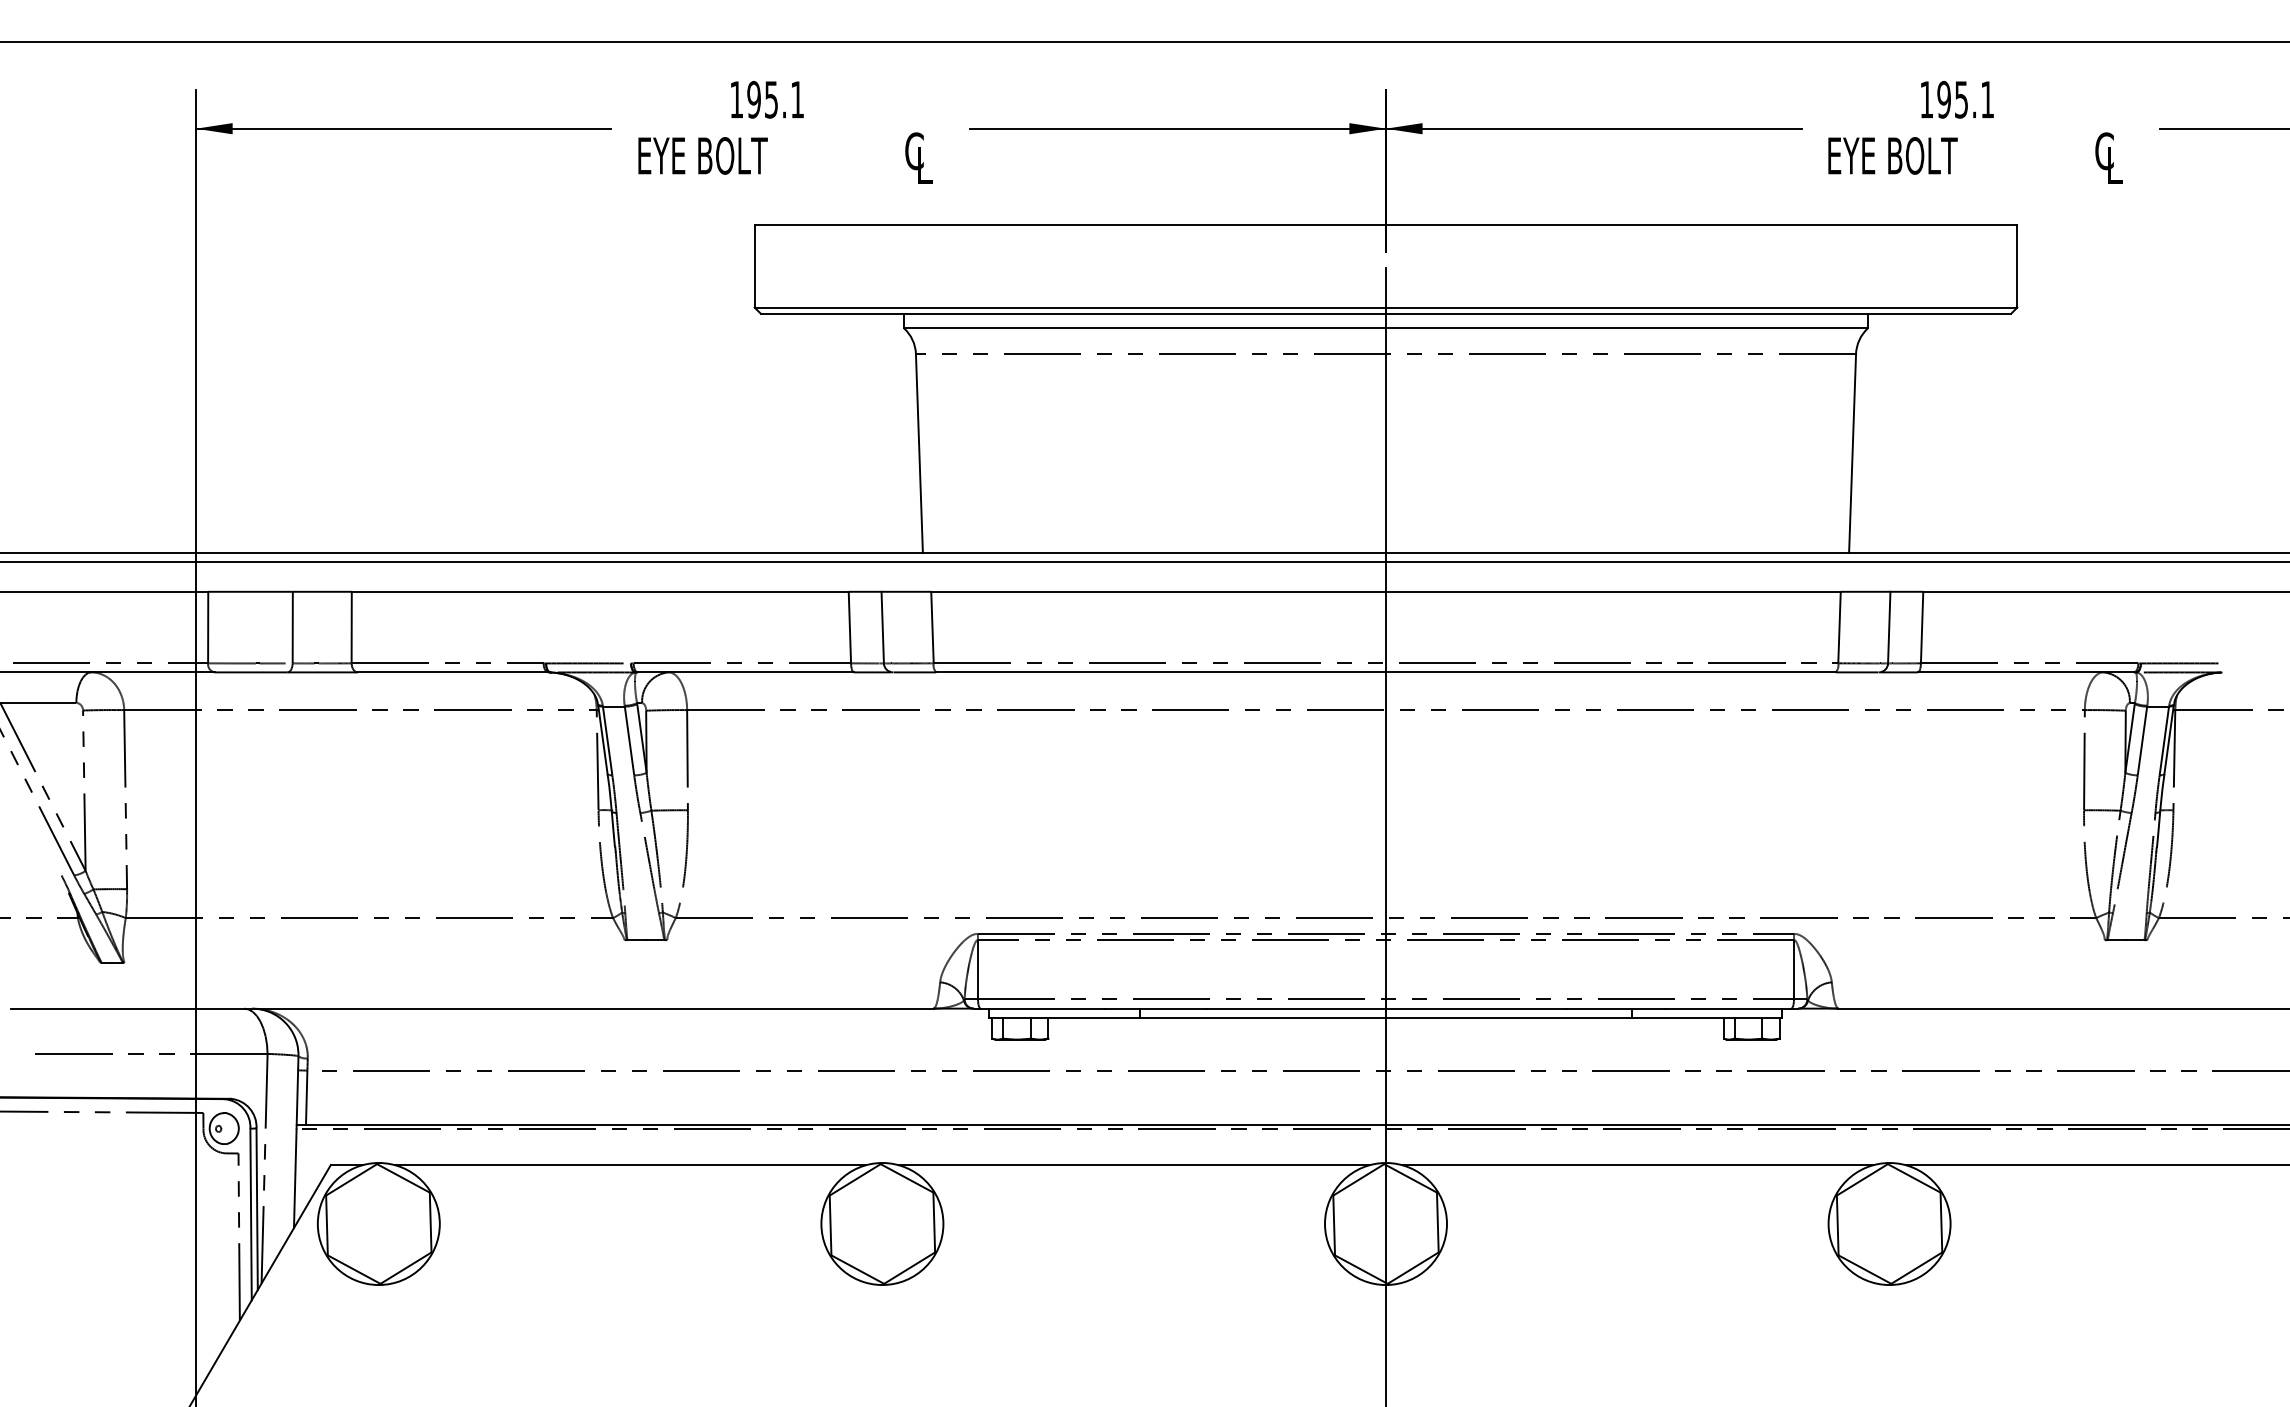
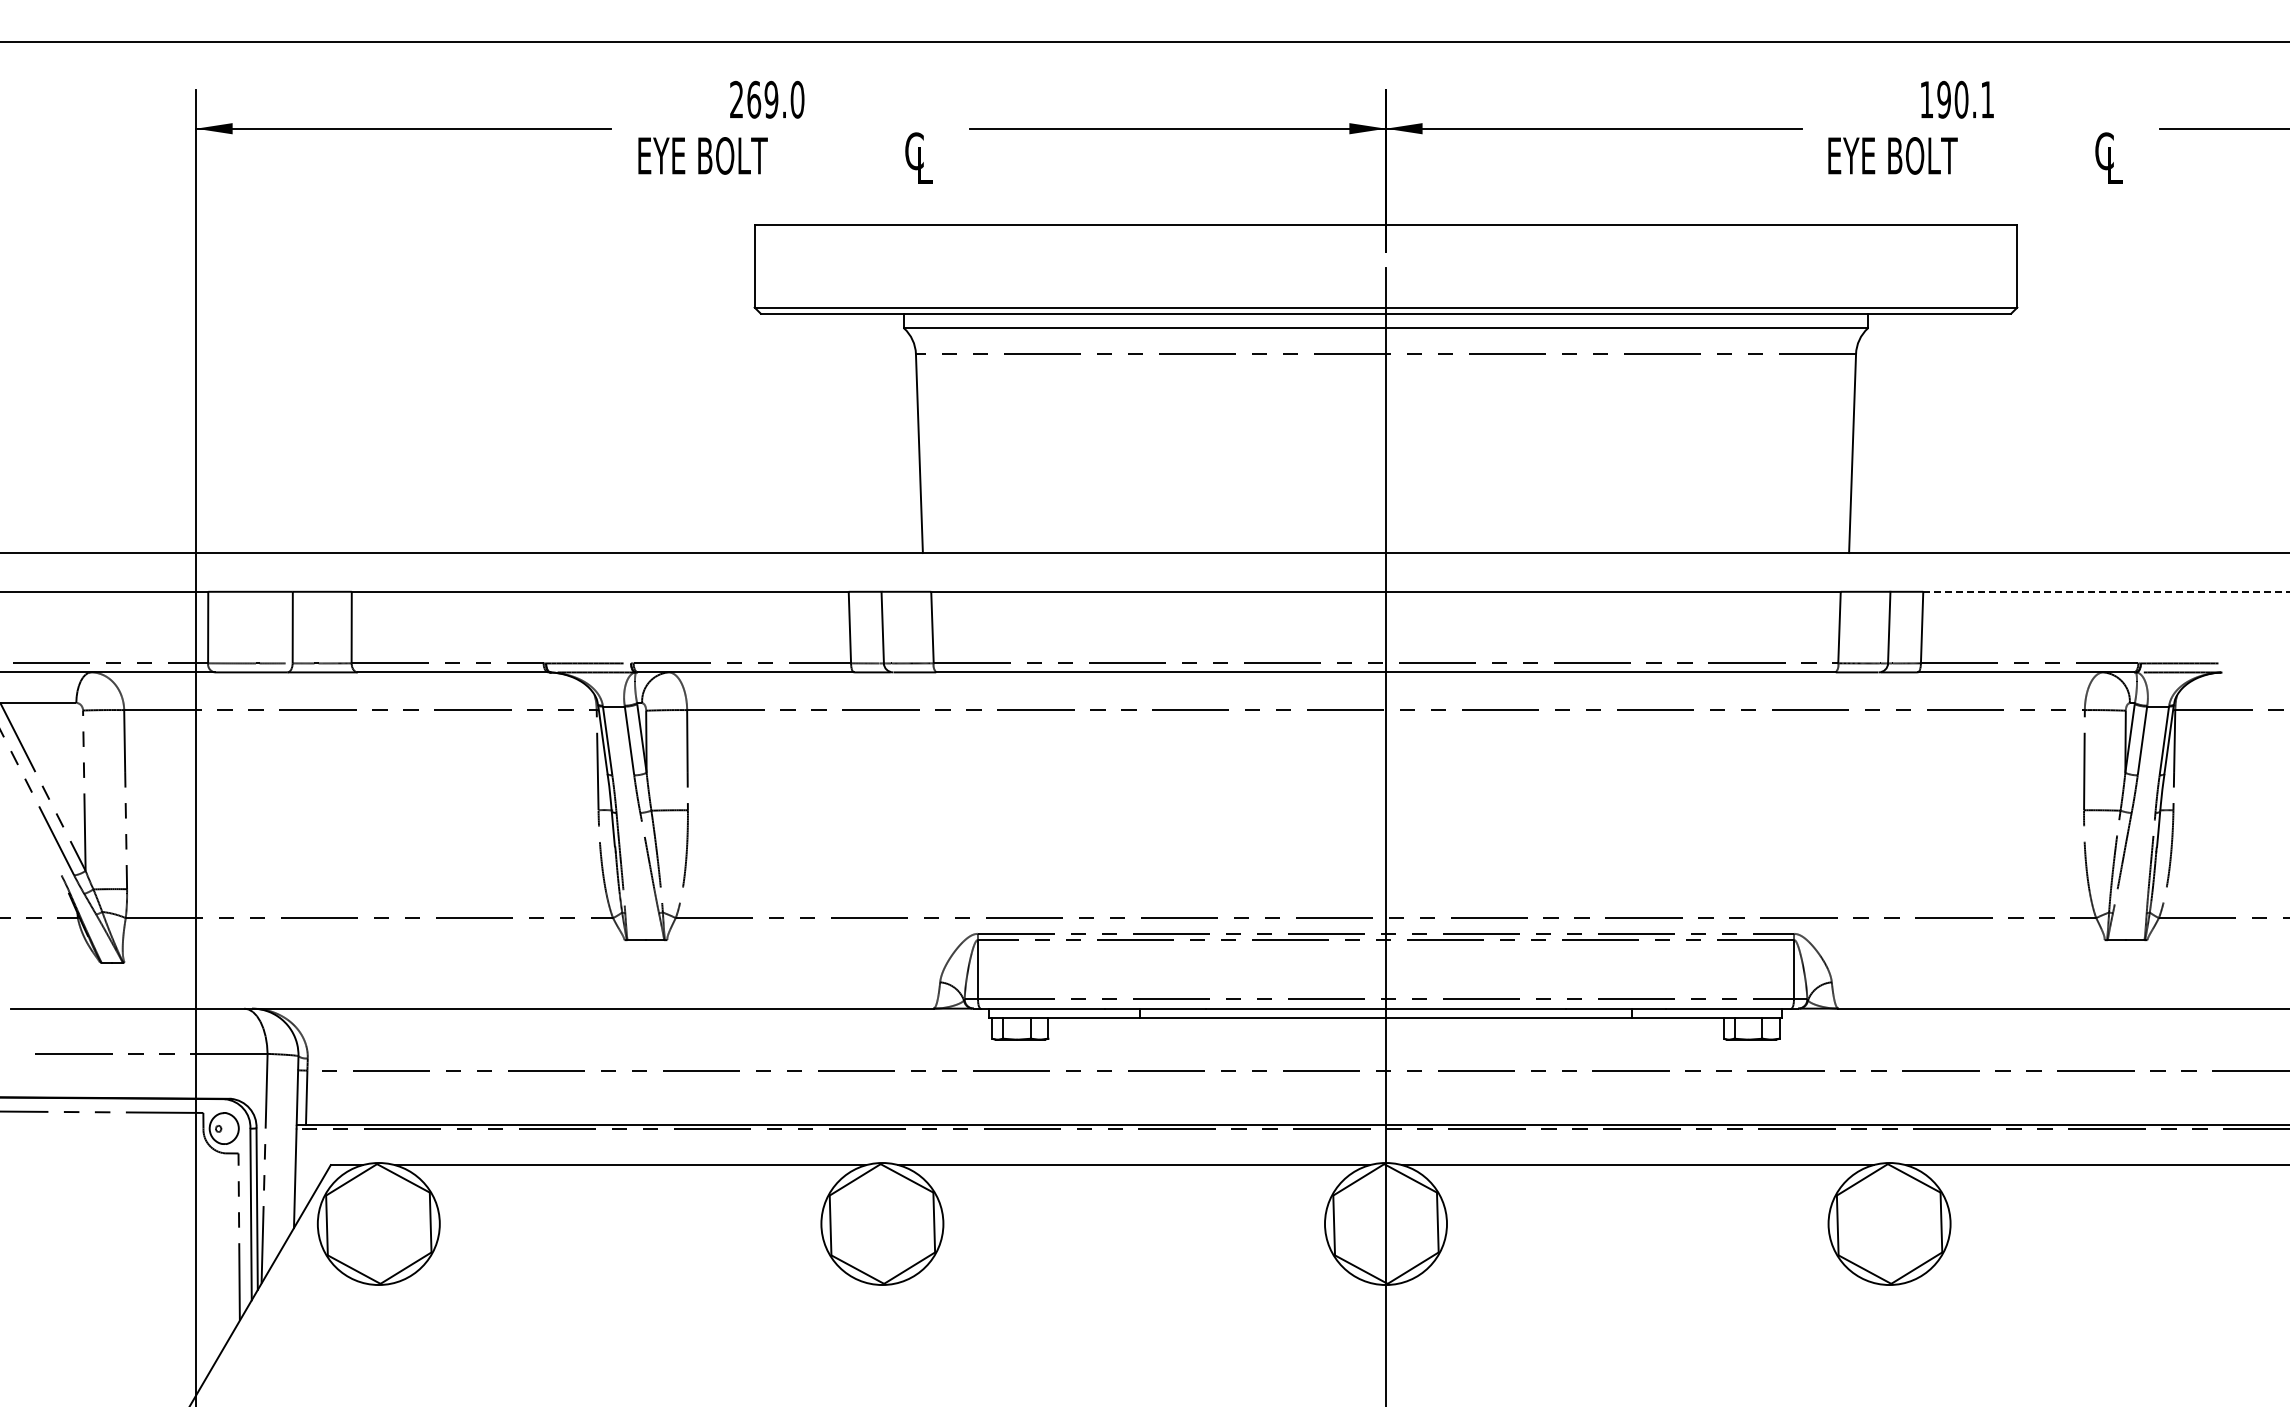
text at (767, 99): 195.1 -> 269.0
text at (1961, 99): 195.1 -> 190.1
line at (1144, 562): present -> none
line at (2106, 591): solid -> dashed
